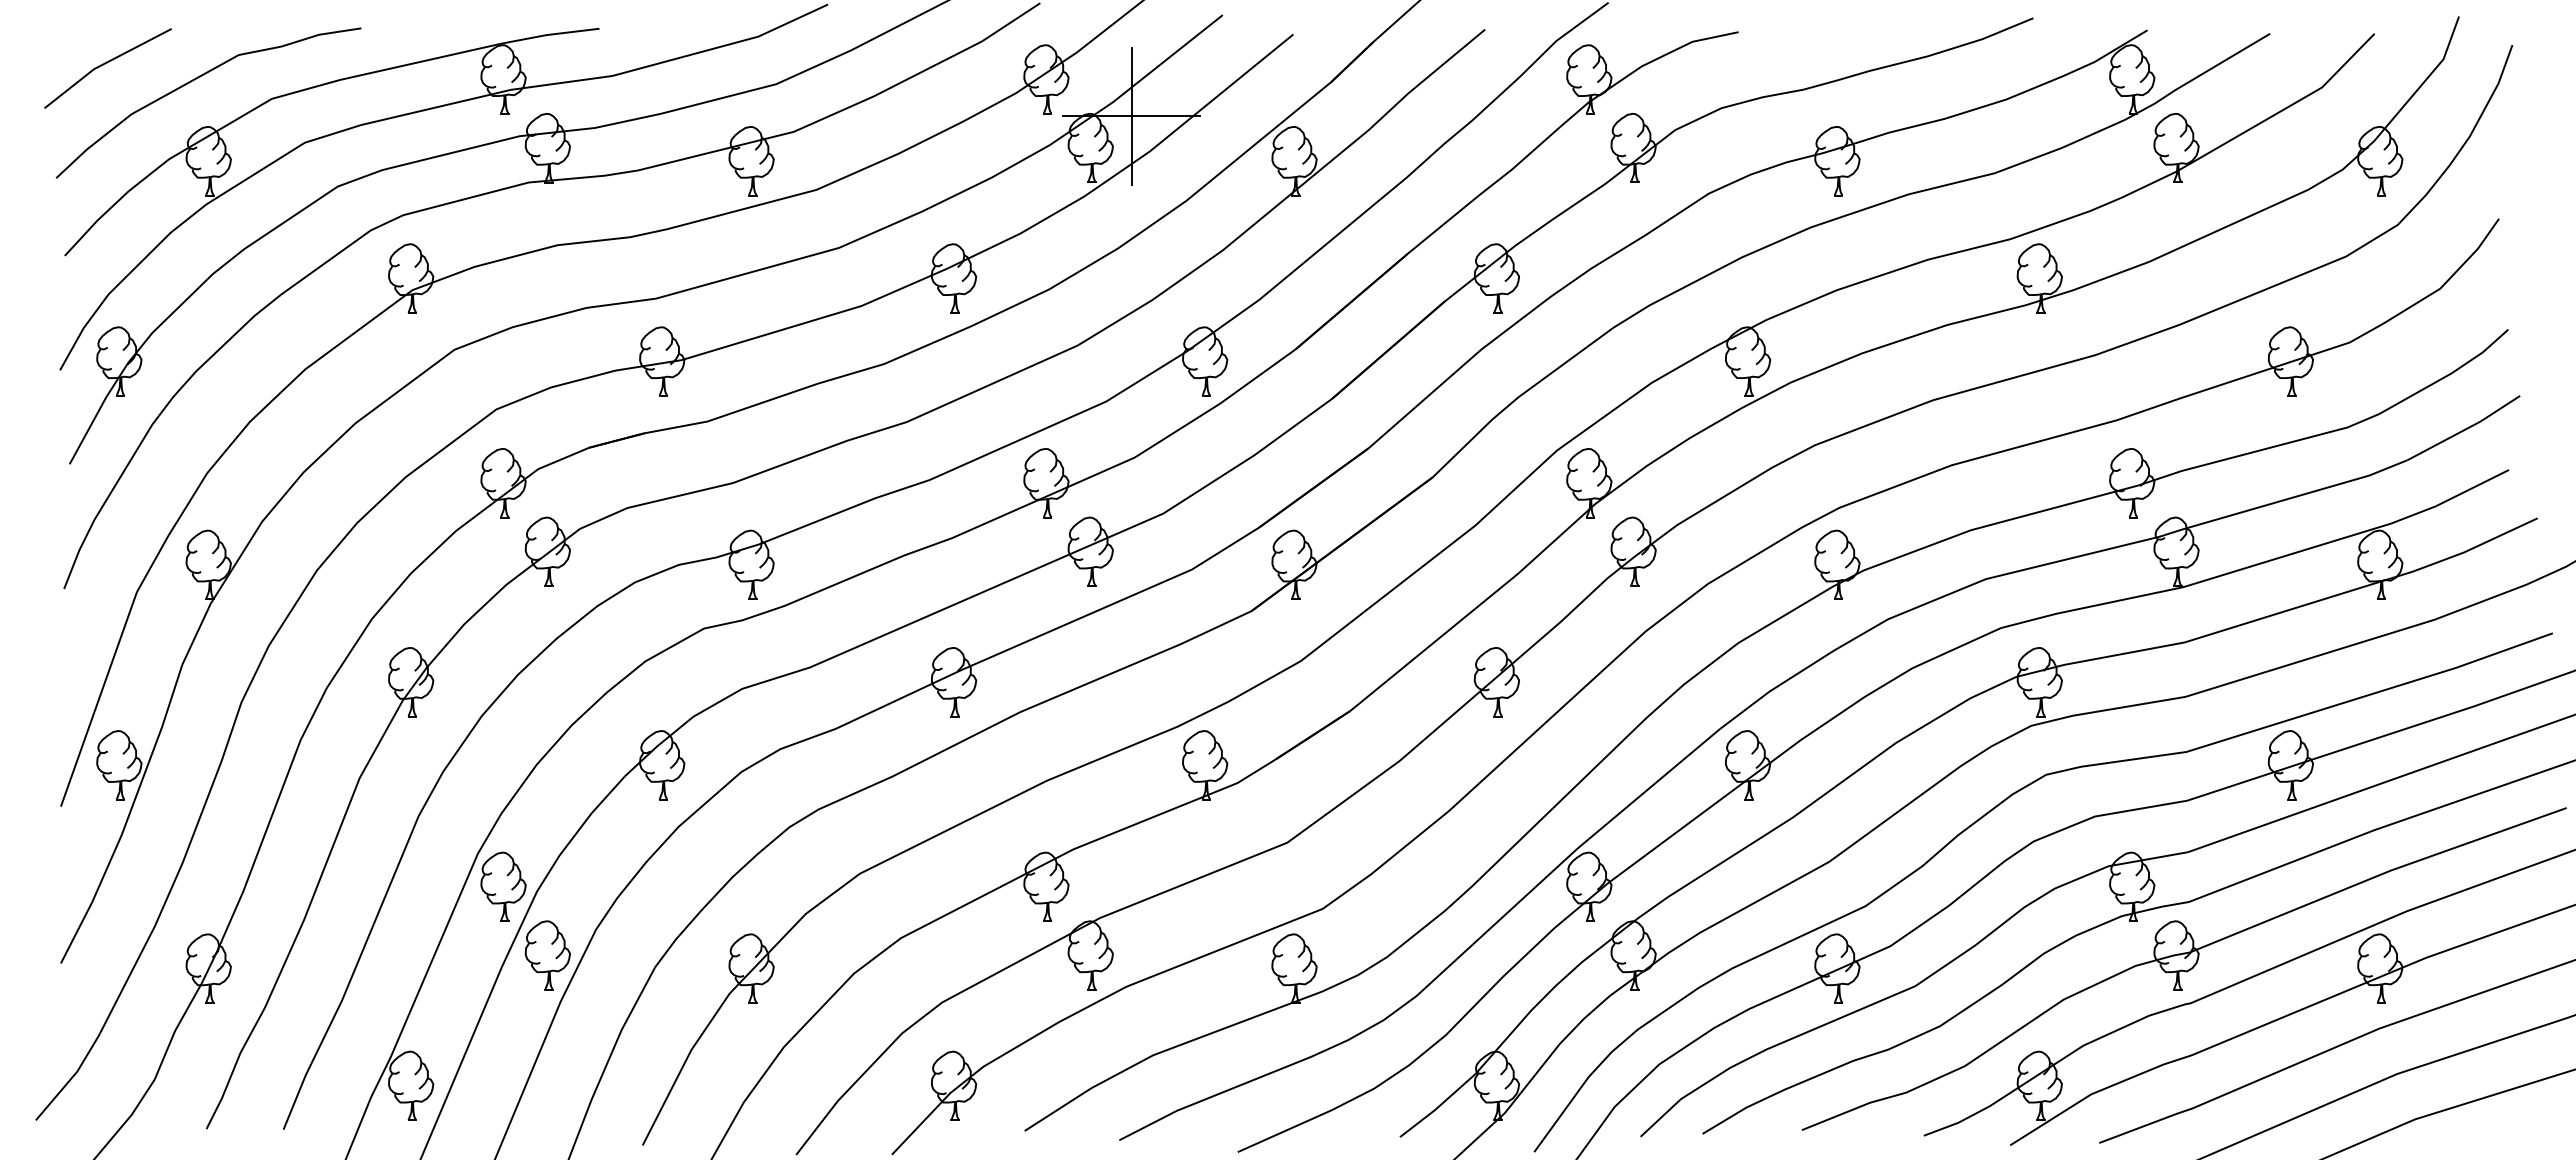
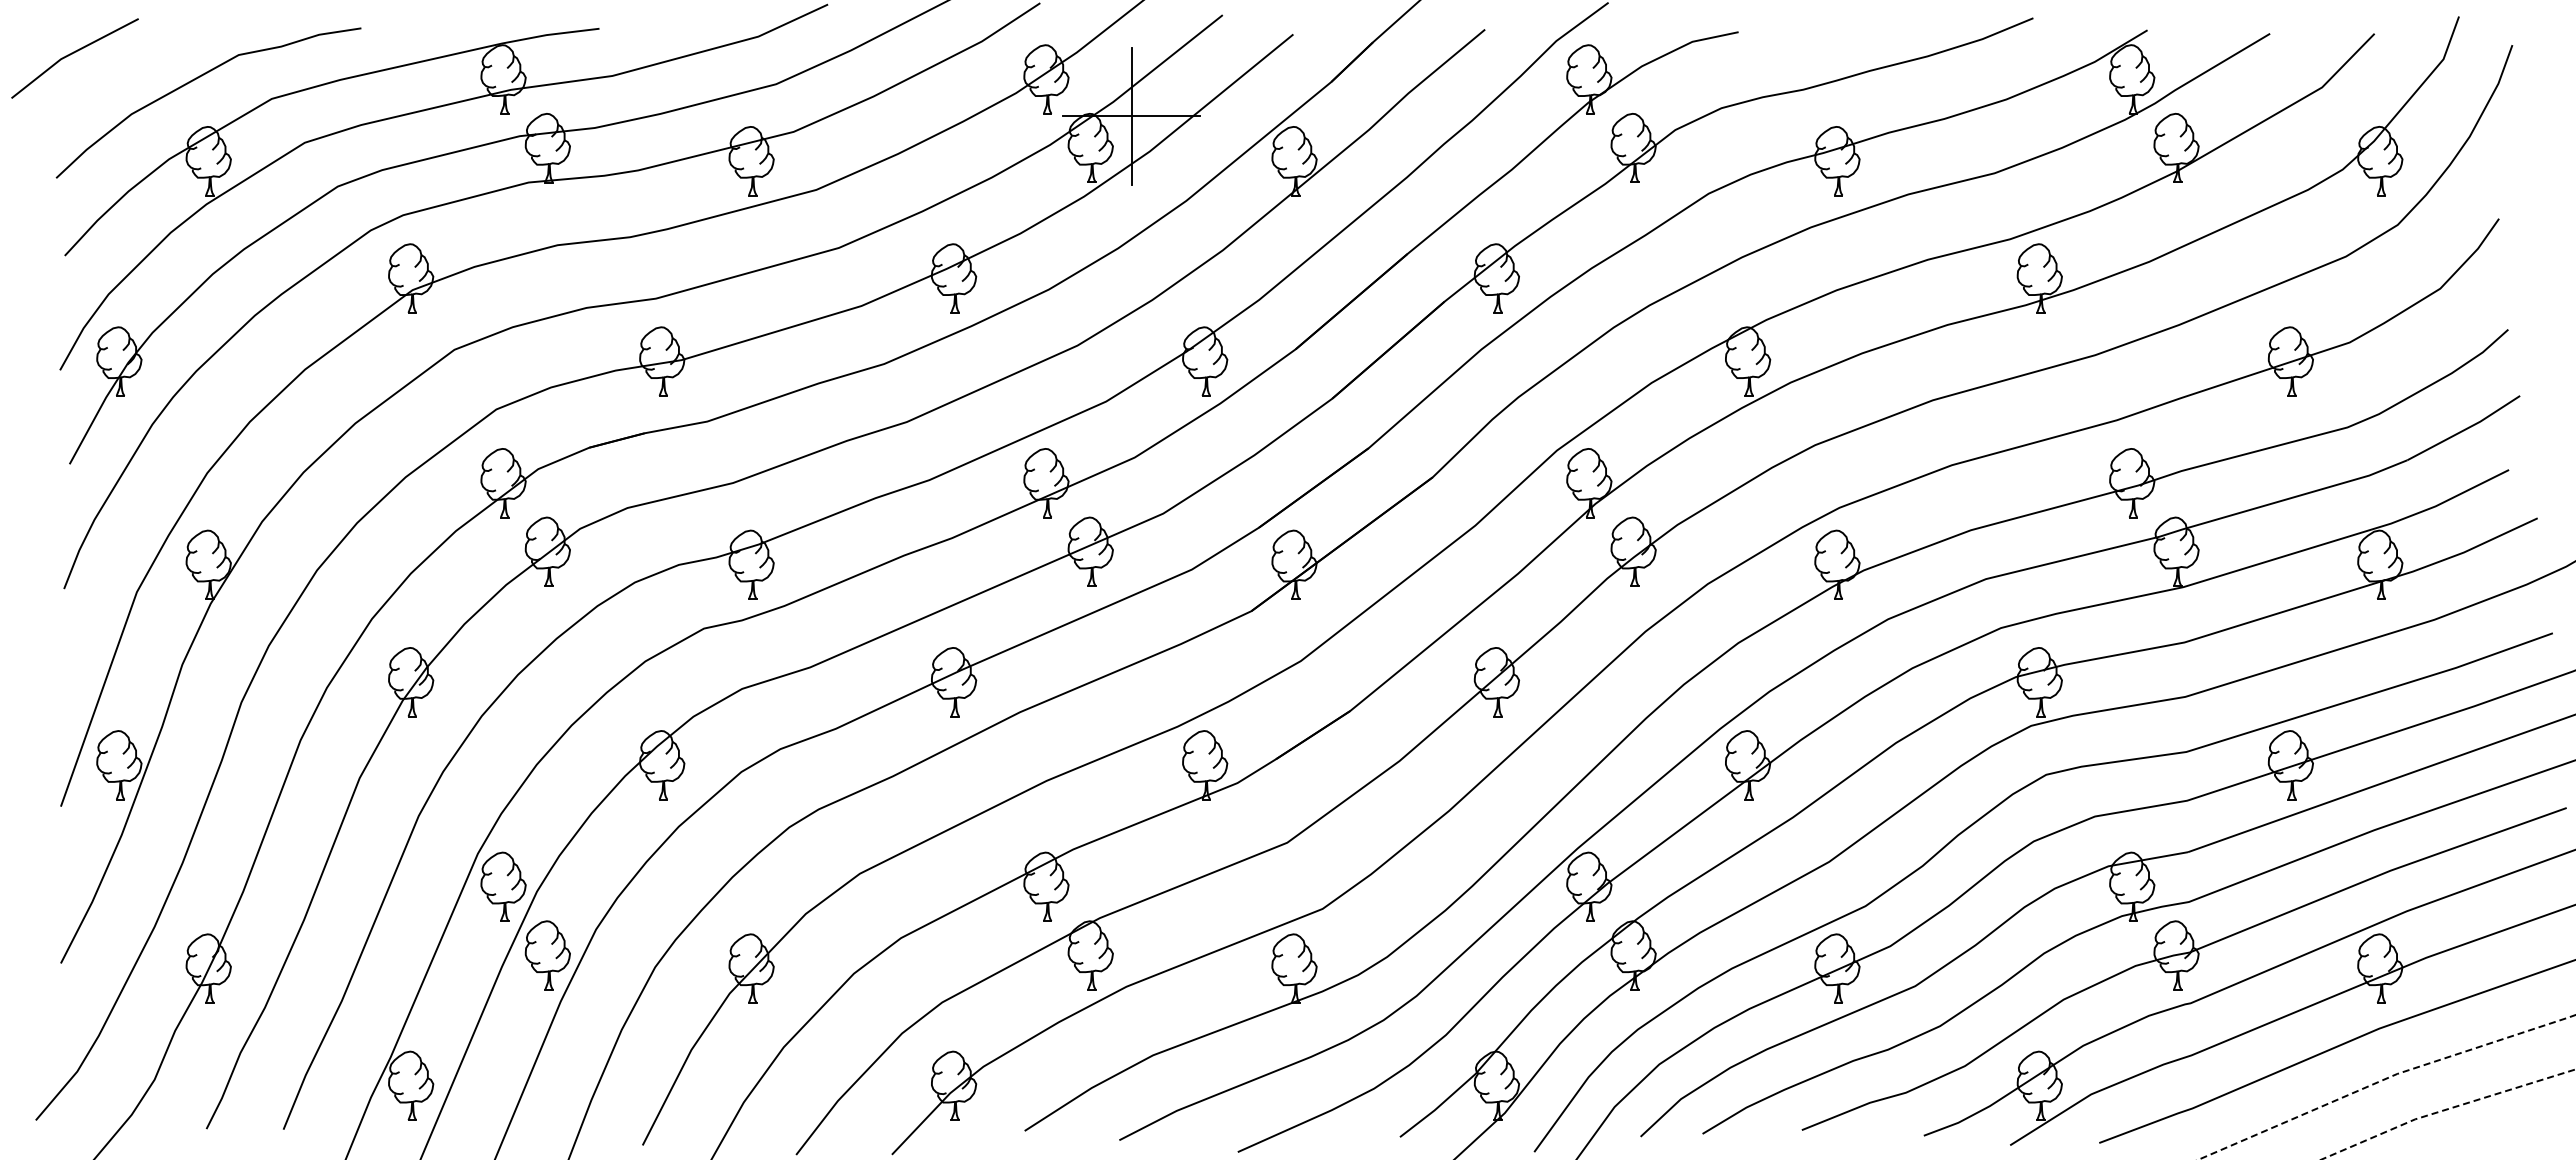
line at (105, 64) position: (105, 64) -> (72, 54)
line at (2384, 1079): solid -> dashed
line at (2445, 1109): solid -> dashed
